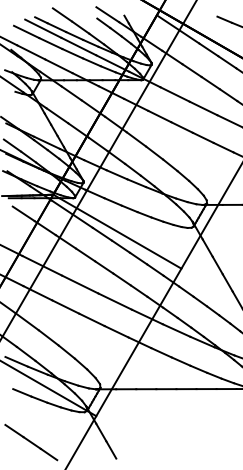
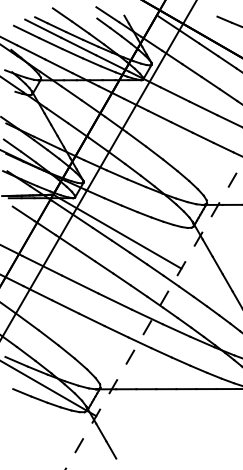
line at (153, 316): solid -> dashed
line at (31, 442): present -> none
